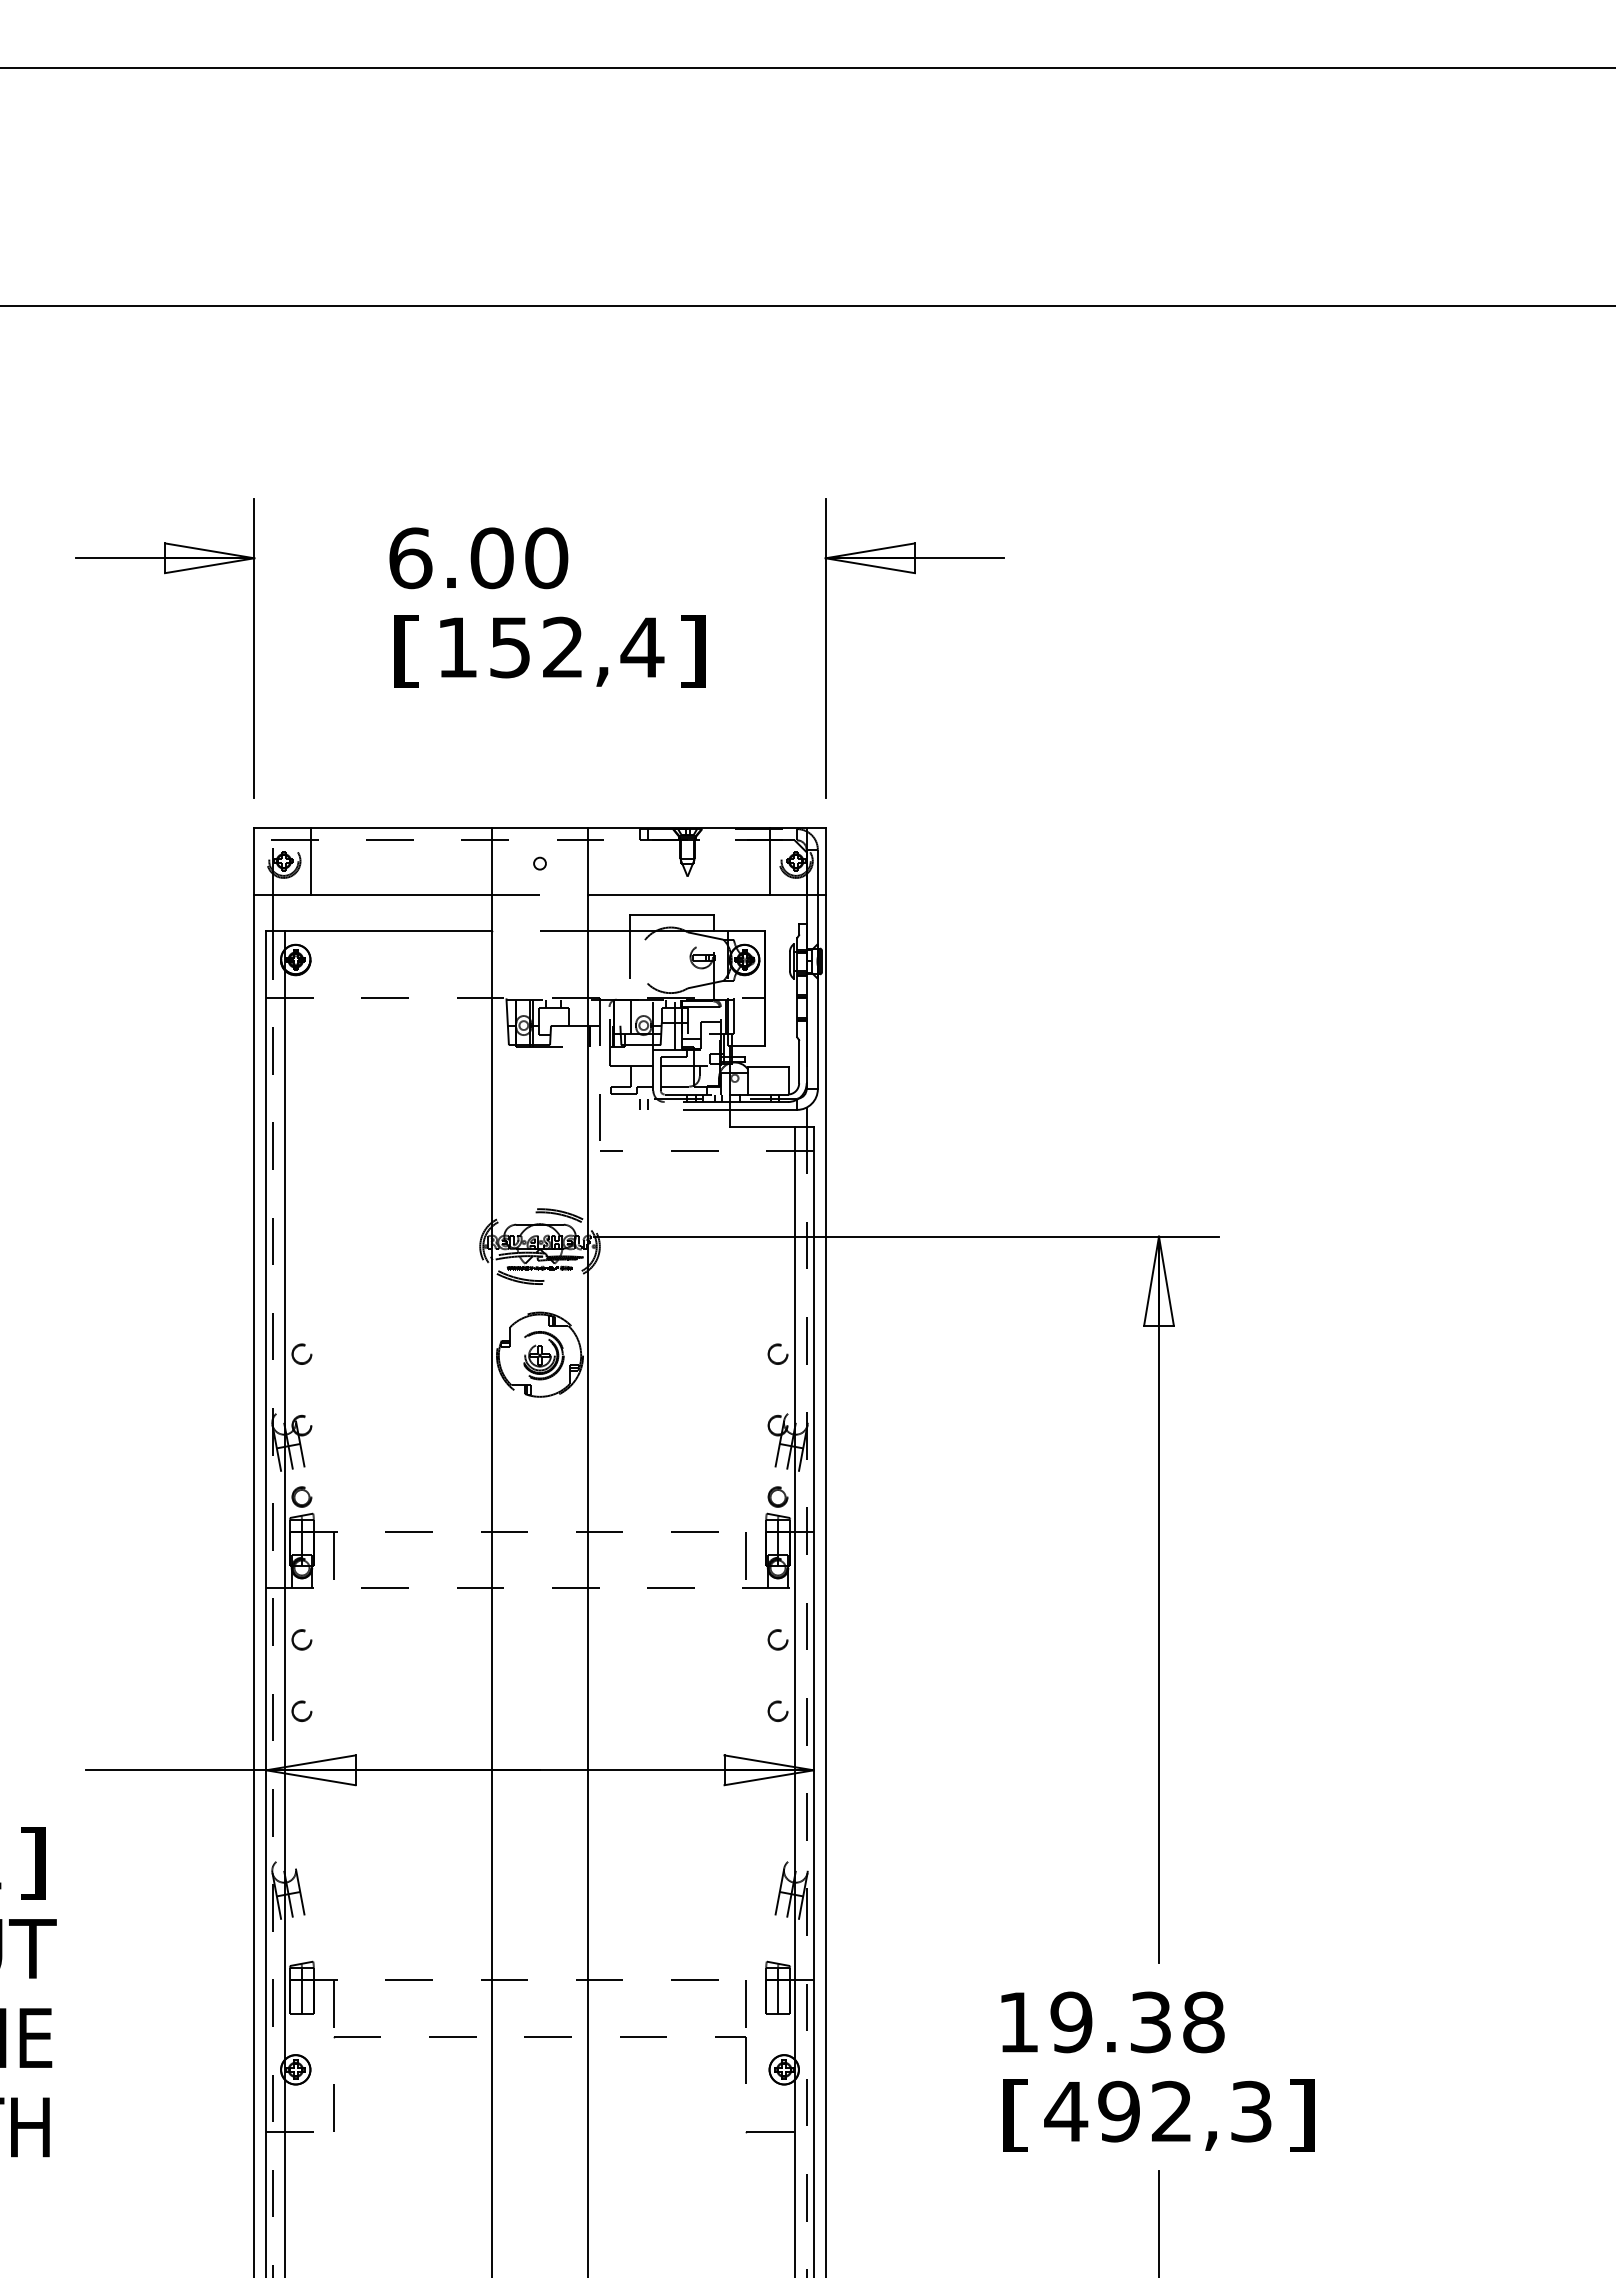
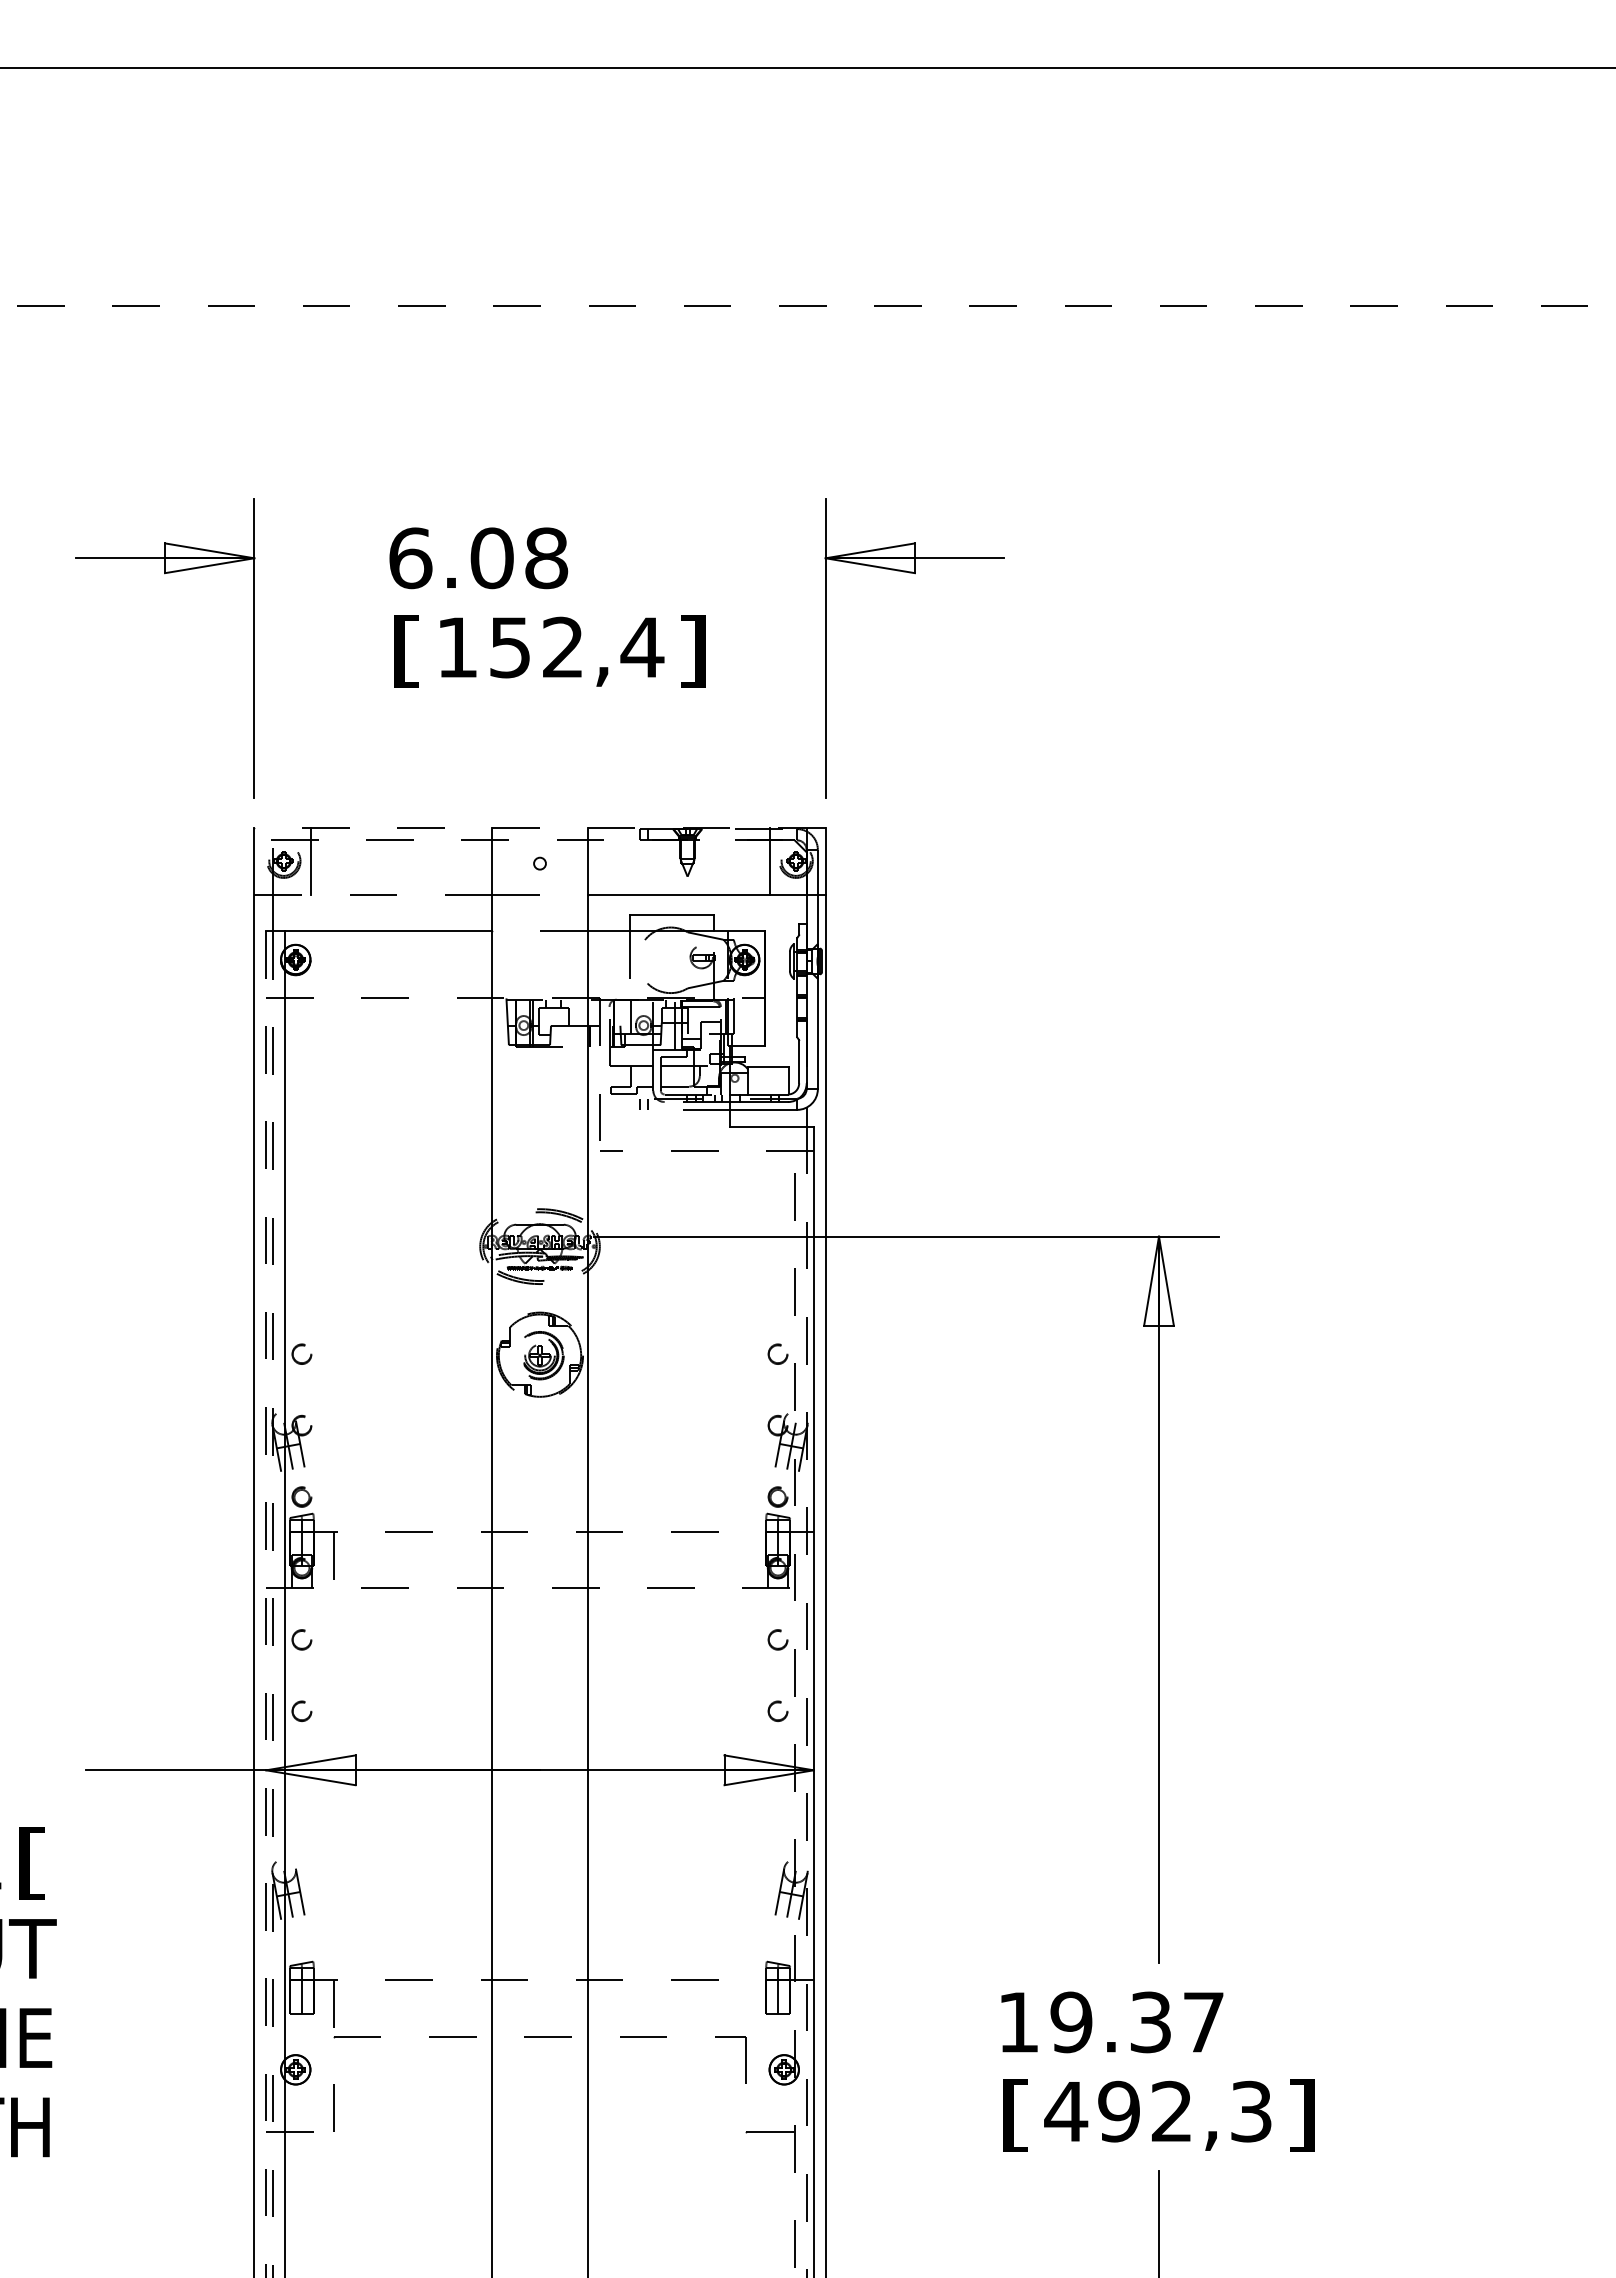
line at (808, 306): solid -> dashed
text at (546, 557): 6.00 -> 6.08
line at (540, 827): solid -> dashed
line at (373, 895): solid -> dashed
line at (745, 1555): present -> none
line at (266, 1604): solid -> dashed
line at (794, 1701): solid -> dashed
text at (32, 1863): ] -> [
line at (745, 2003): present -> none
text at (1203, 2022): 19.38 -> 19.37
